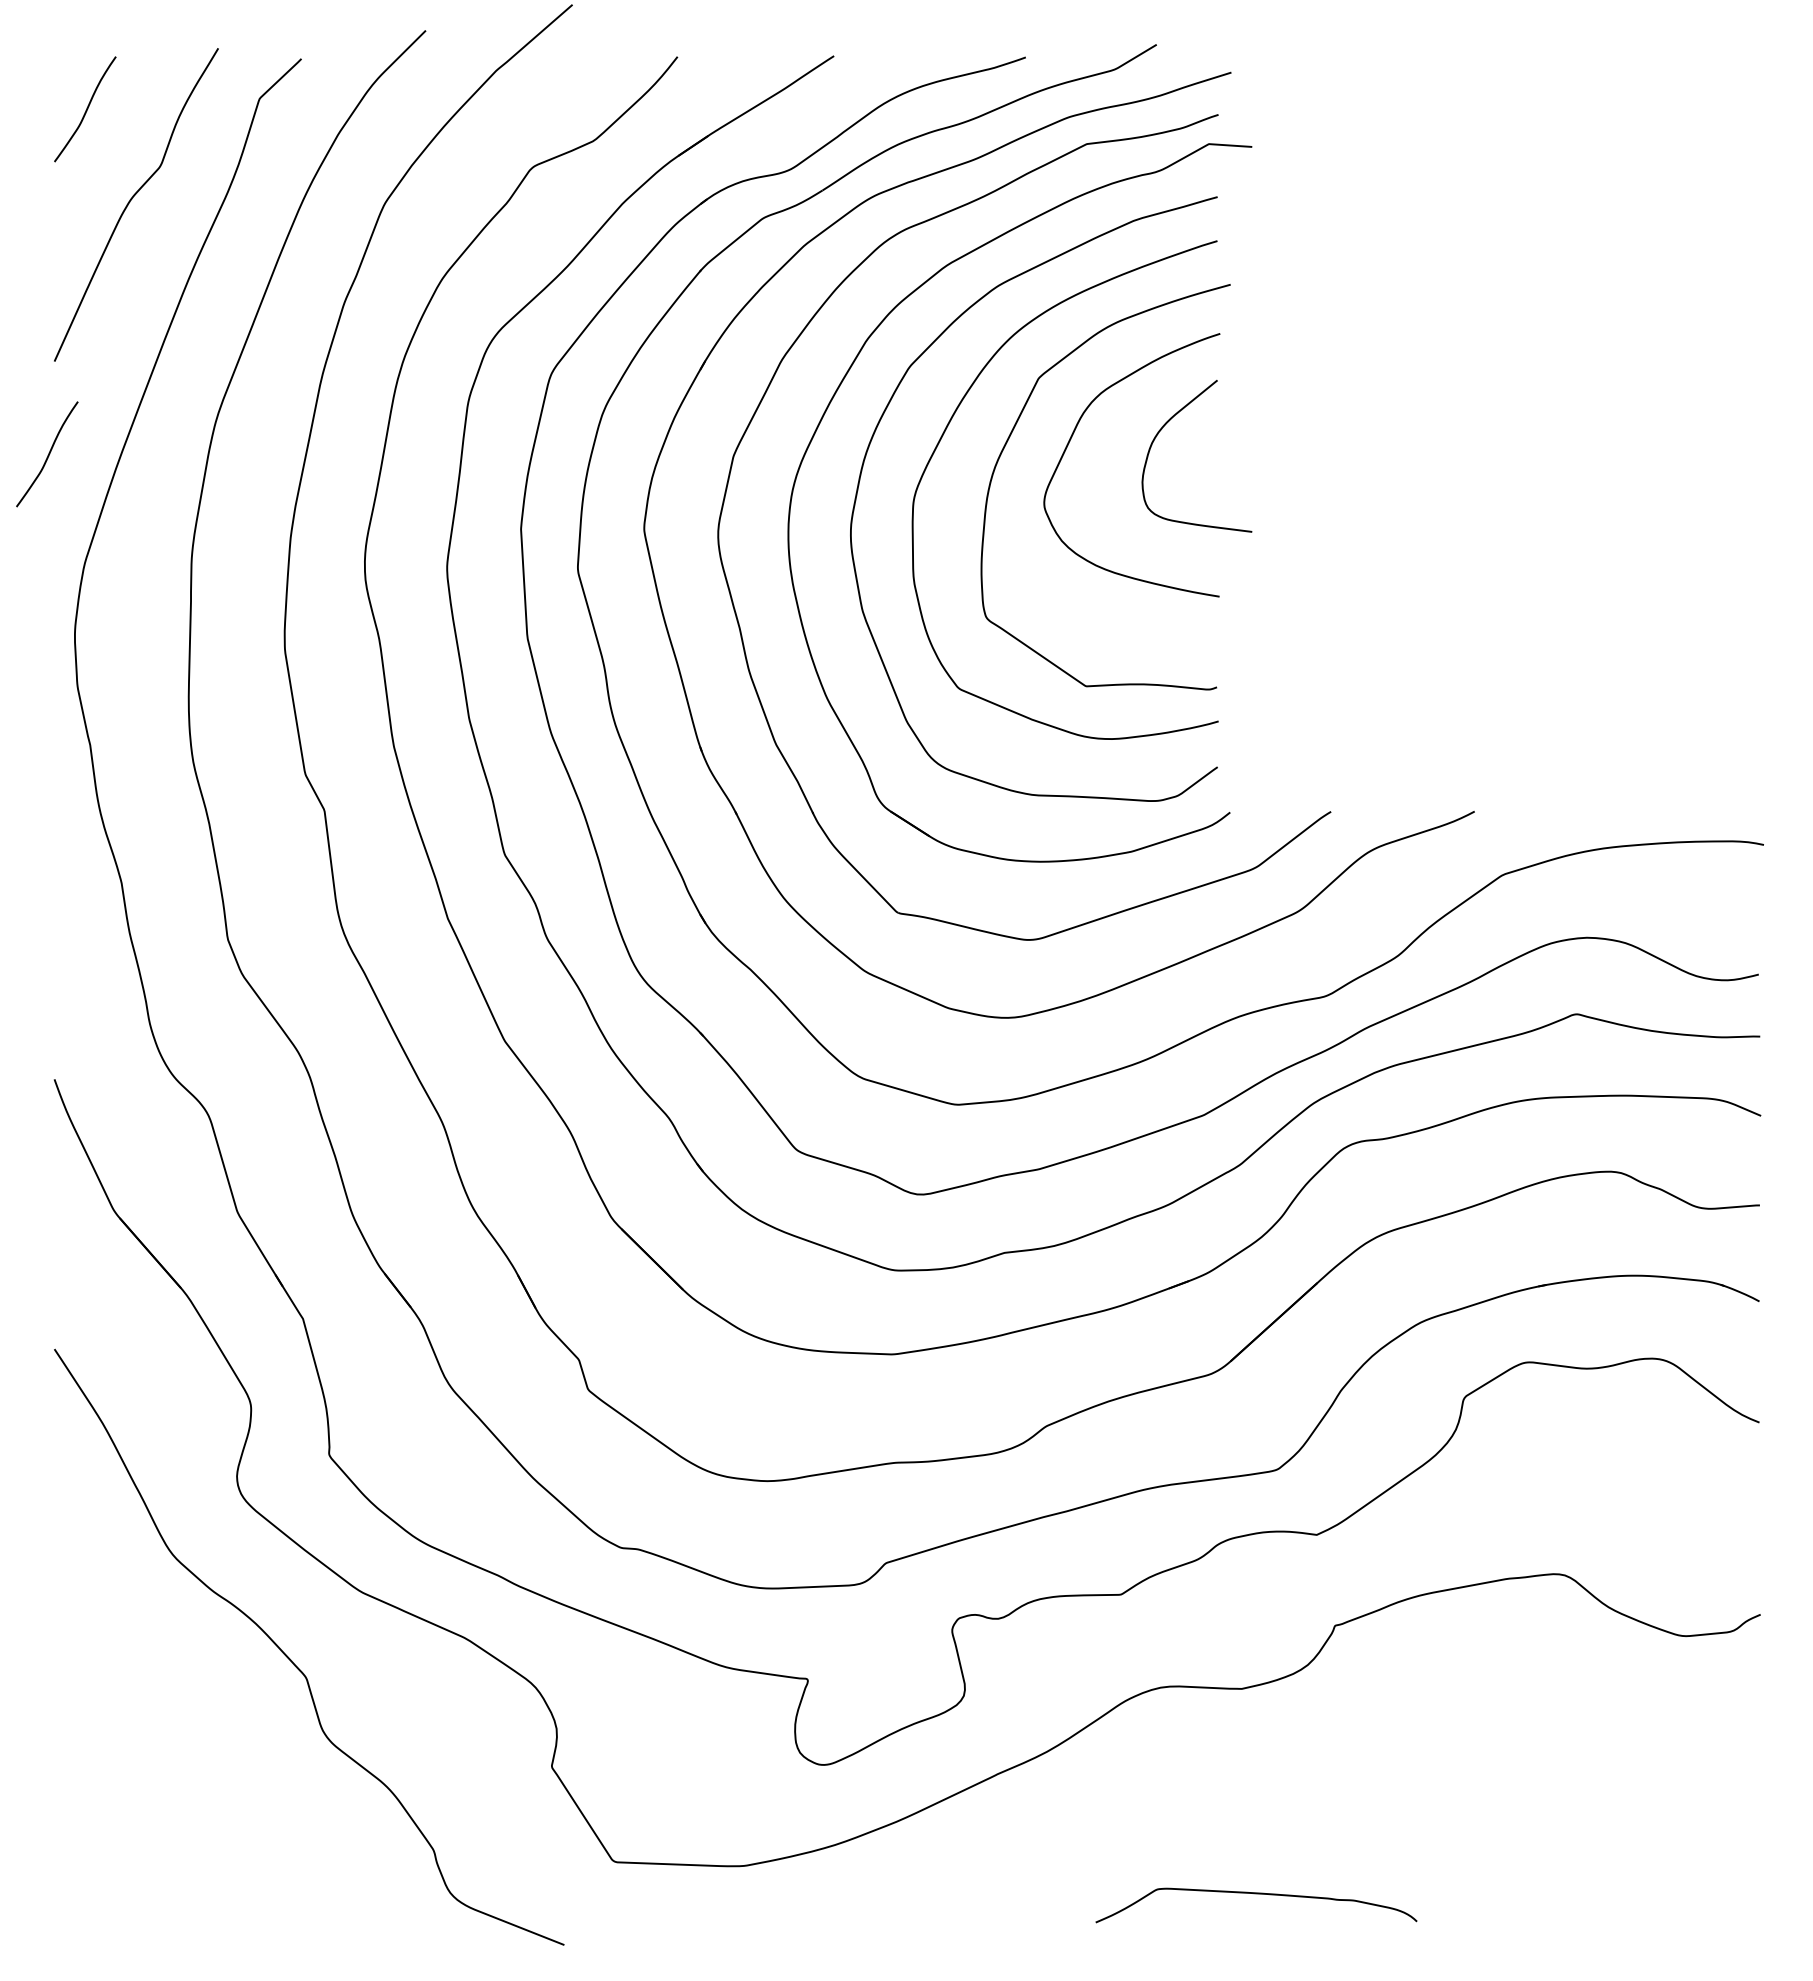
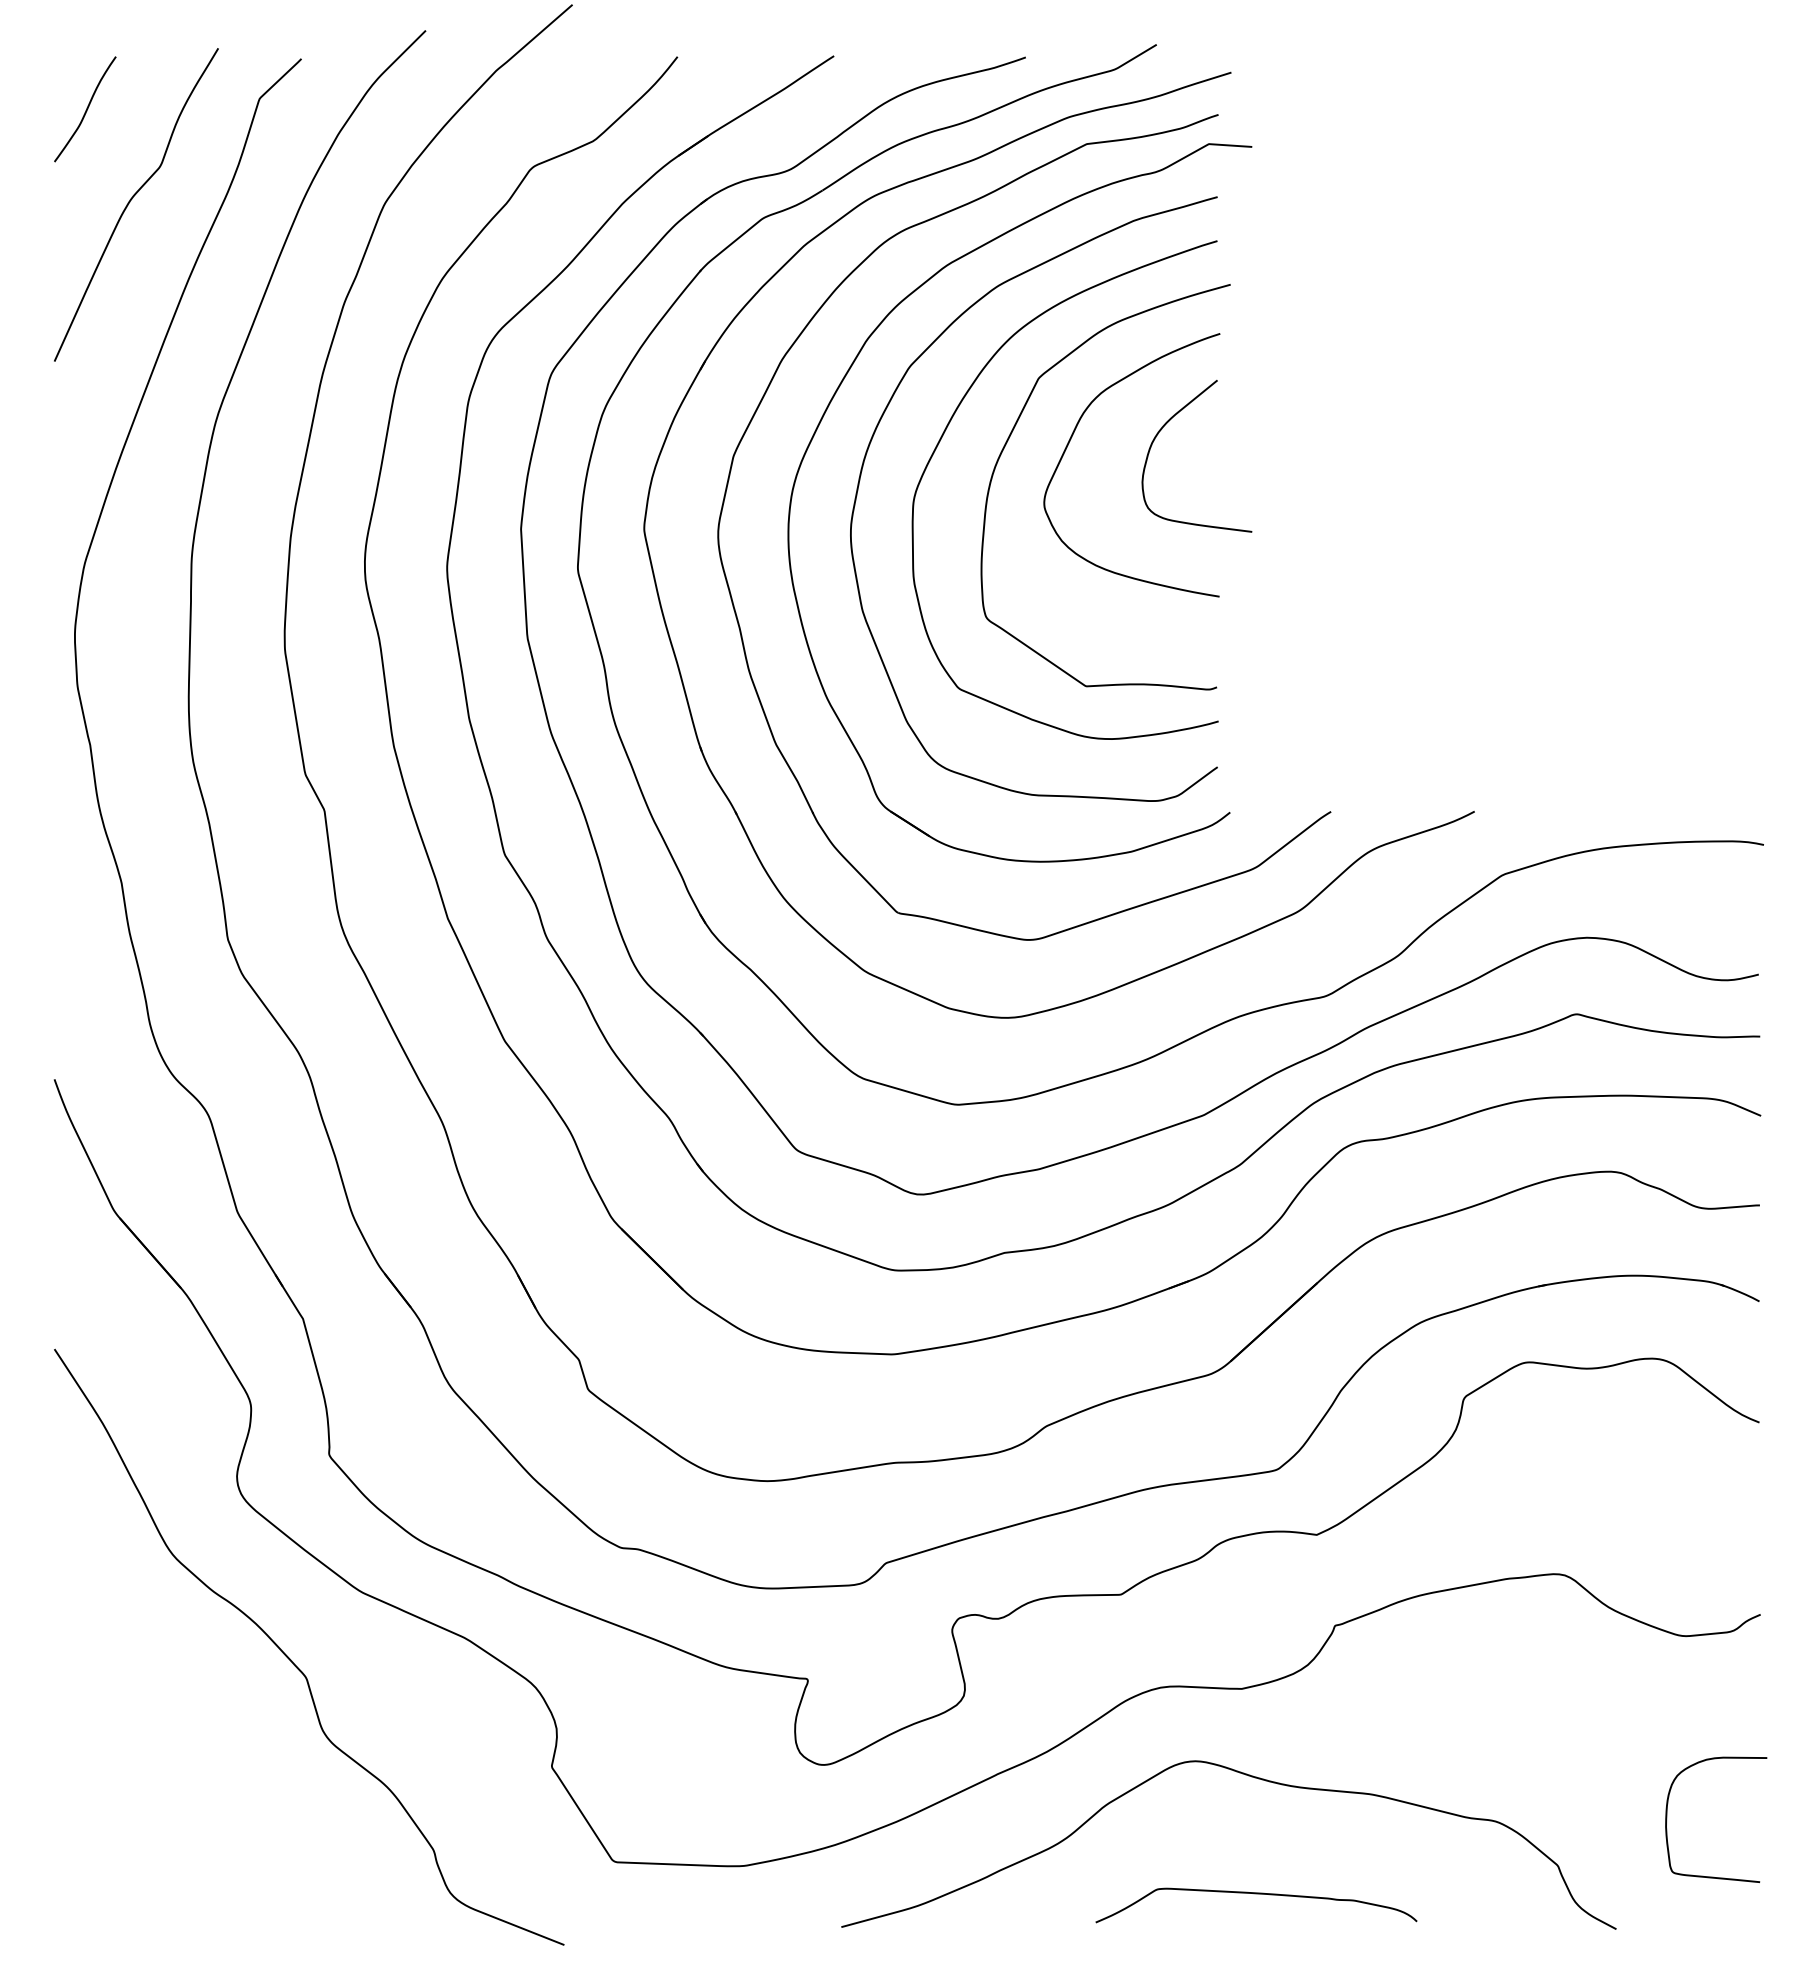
curve at (48, 454): present -> none
curve at (1251, 1777): none -> present
curve at (1667, 1819): none -> present
